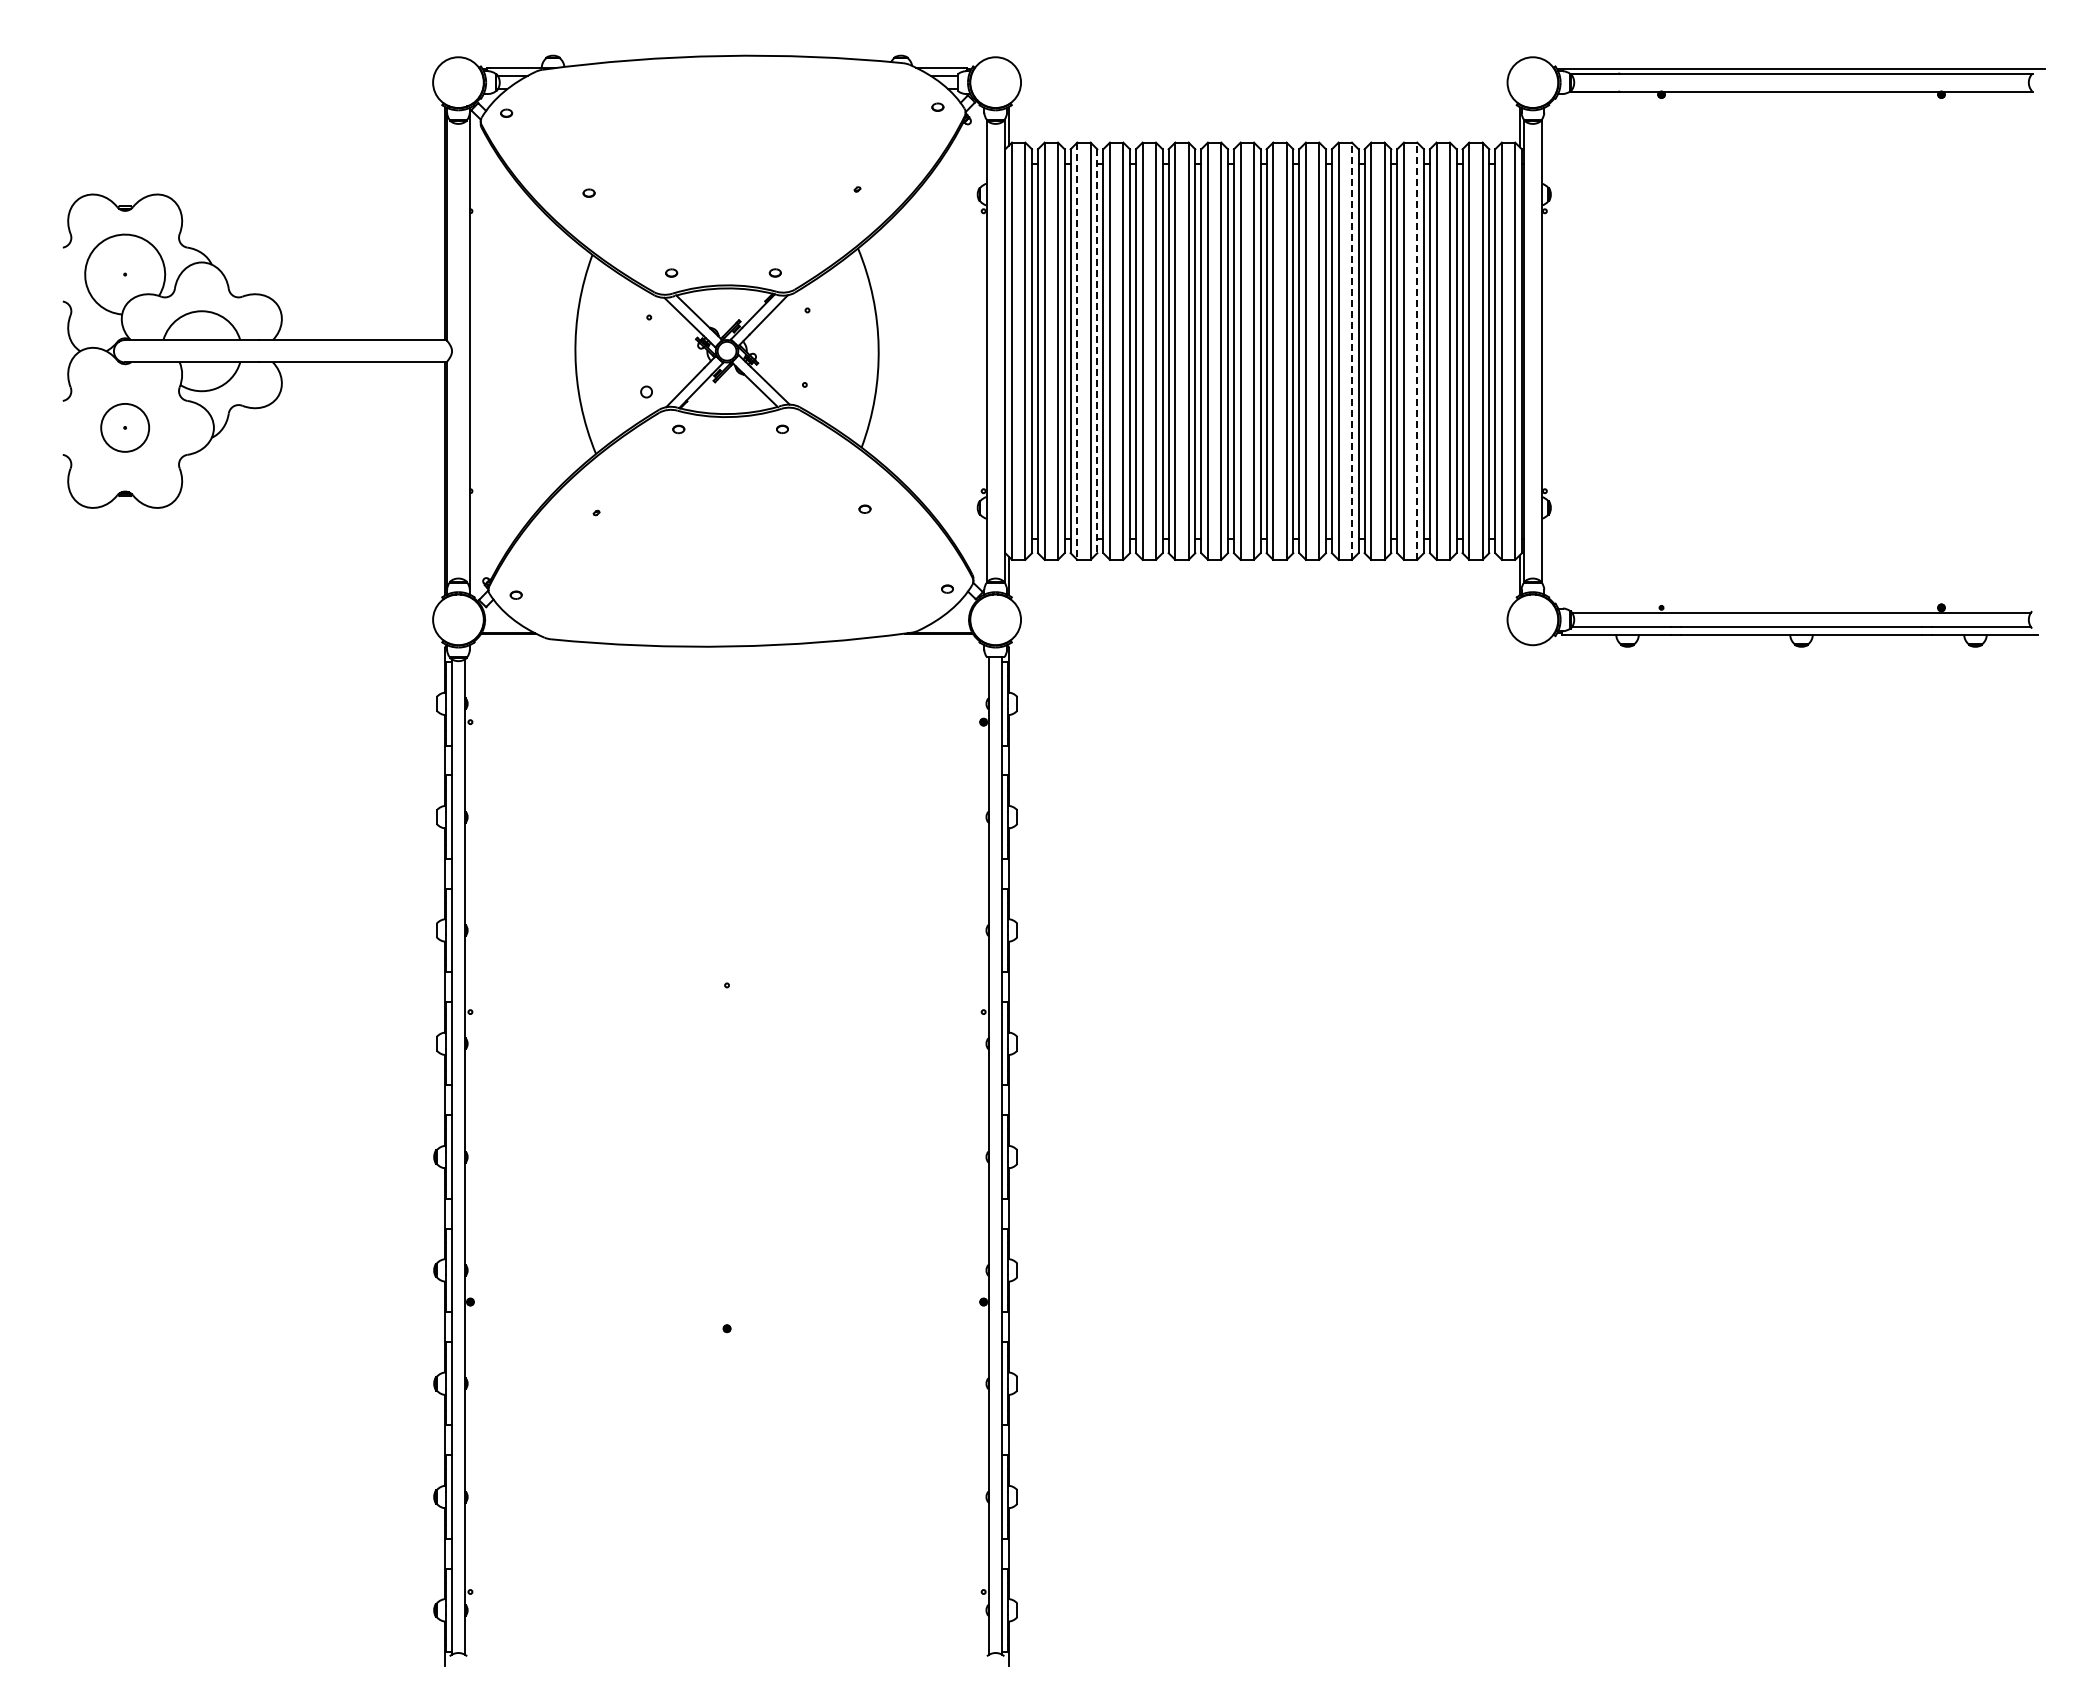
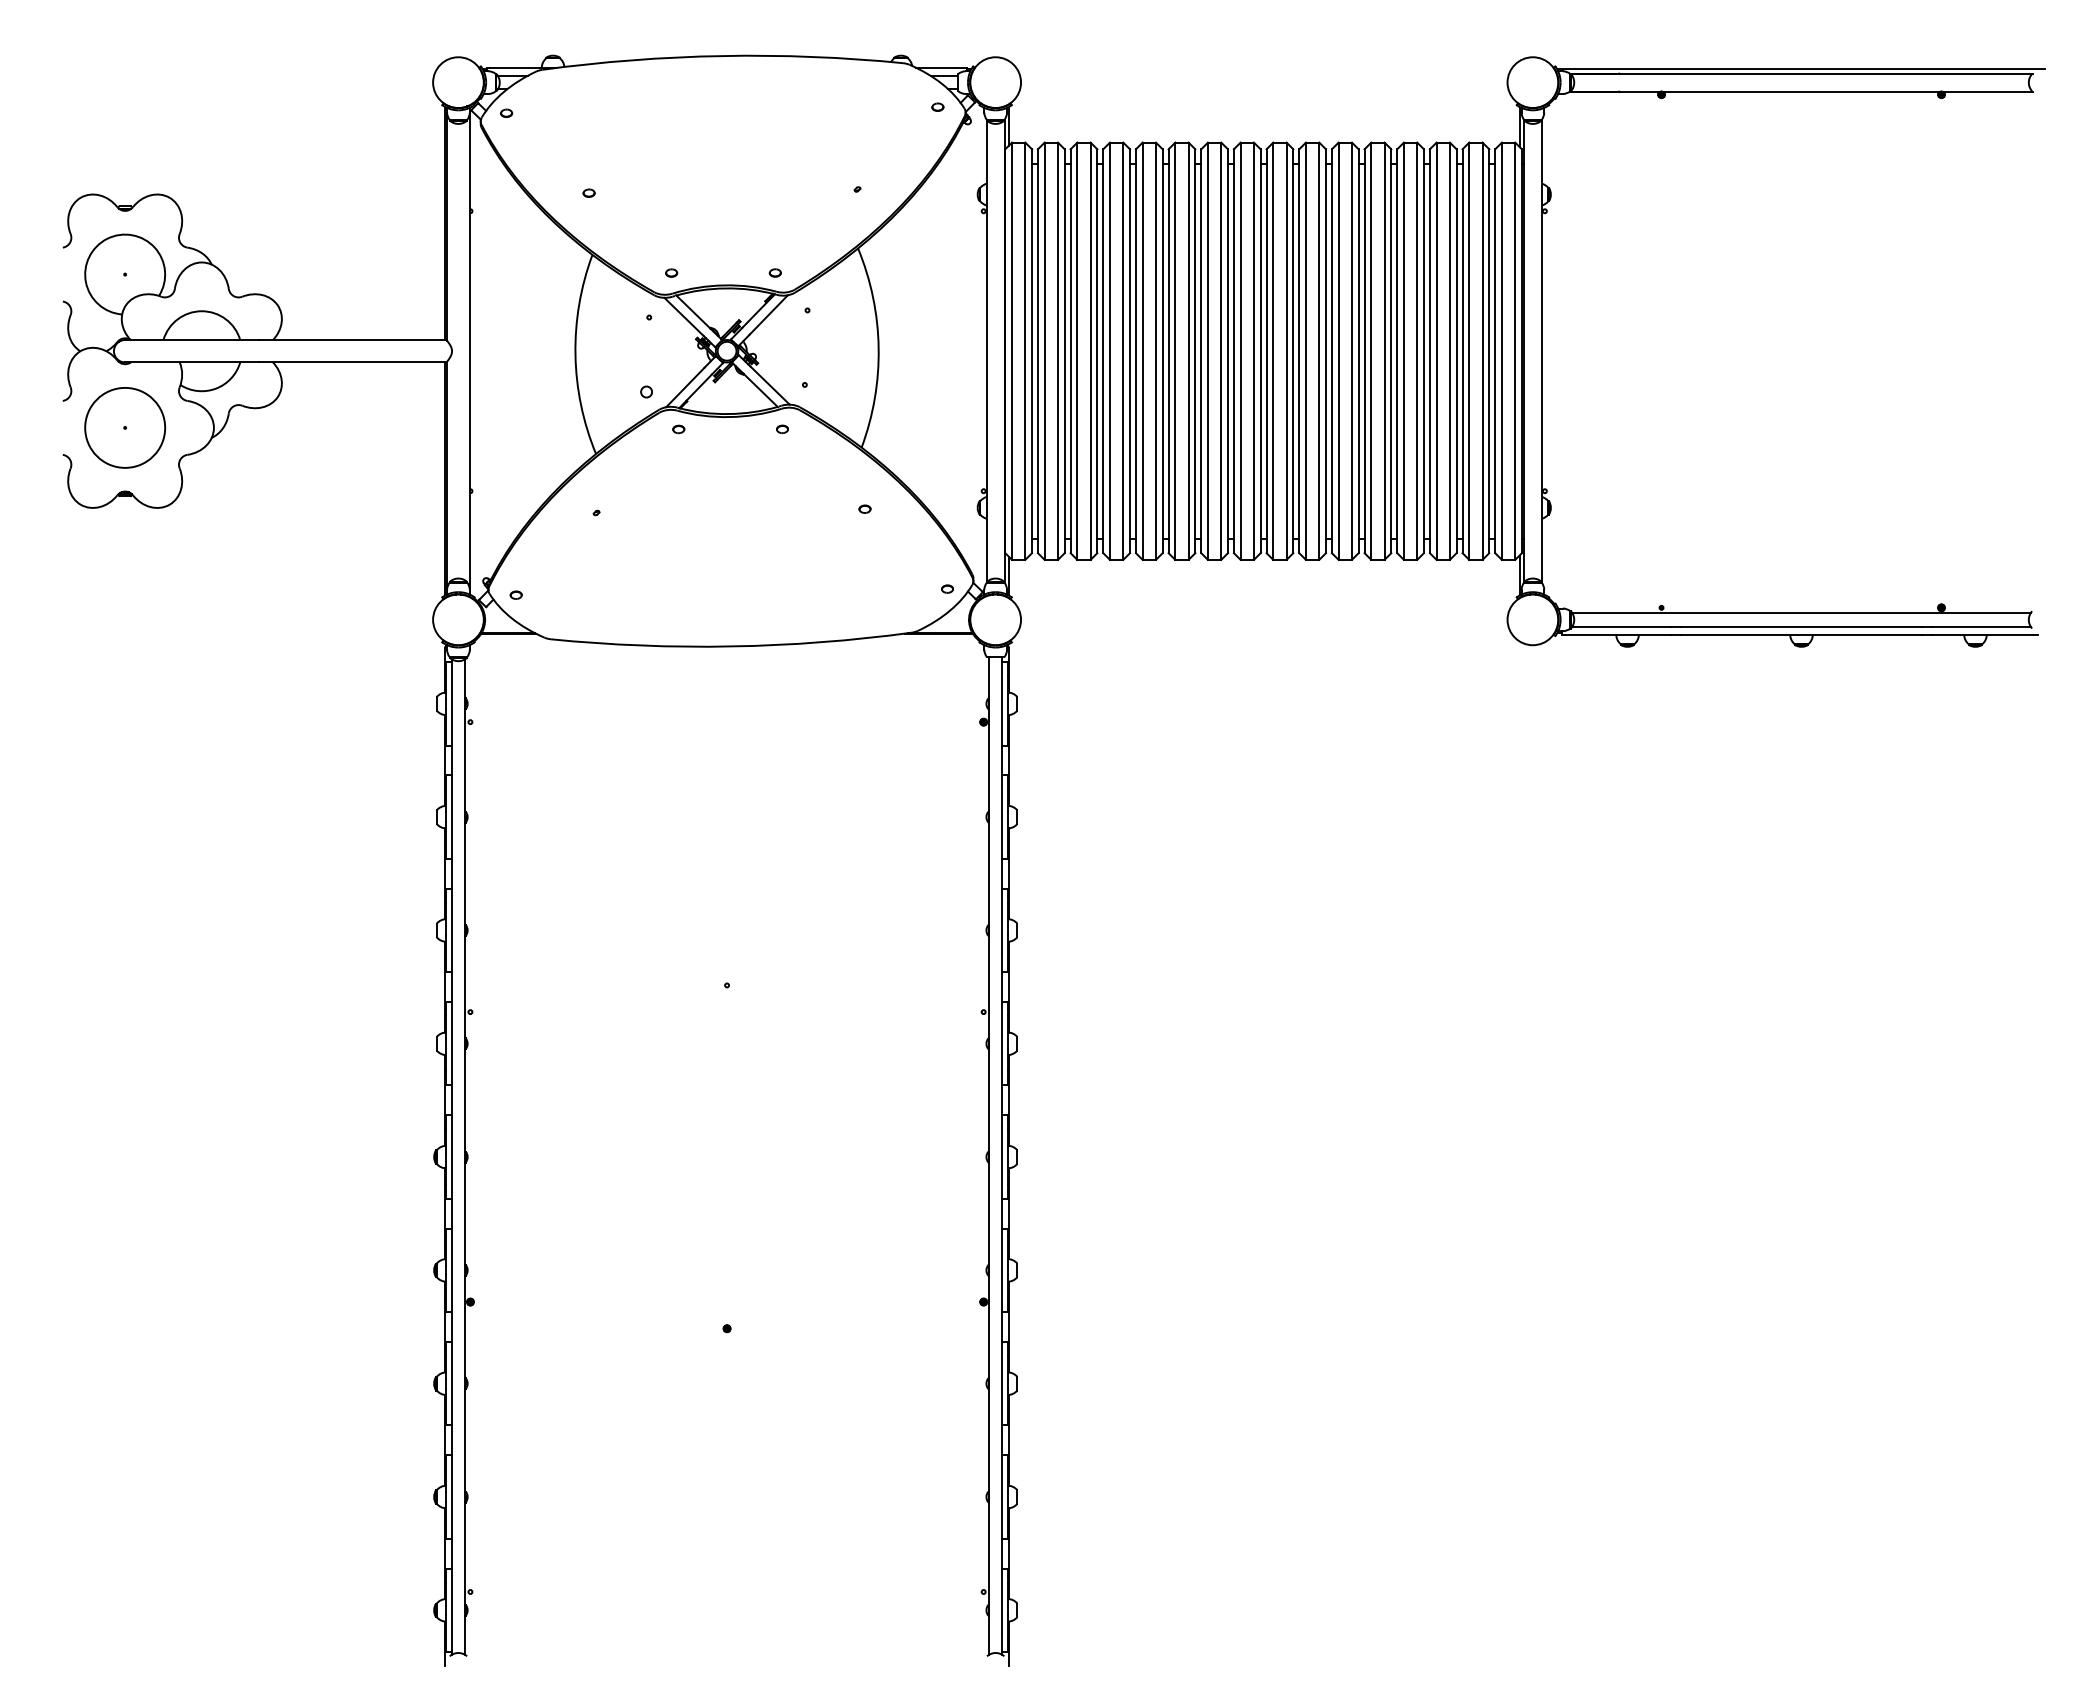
line at (1077, 351): dashed -> solid
line at (1097, 351): dashed -> solid
line at (1351, 351): dashed -> solid
line at (1417, 351): dashed -> solid
circle at (125, 427) diameter: 48 px -> 80 px
